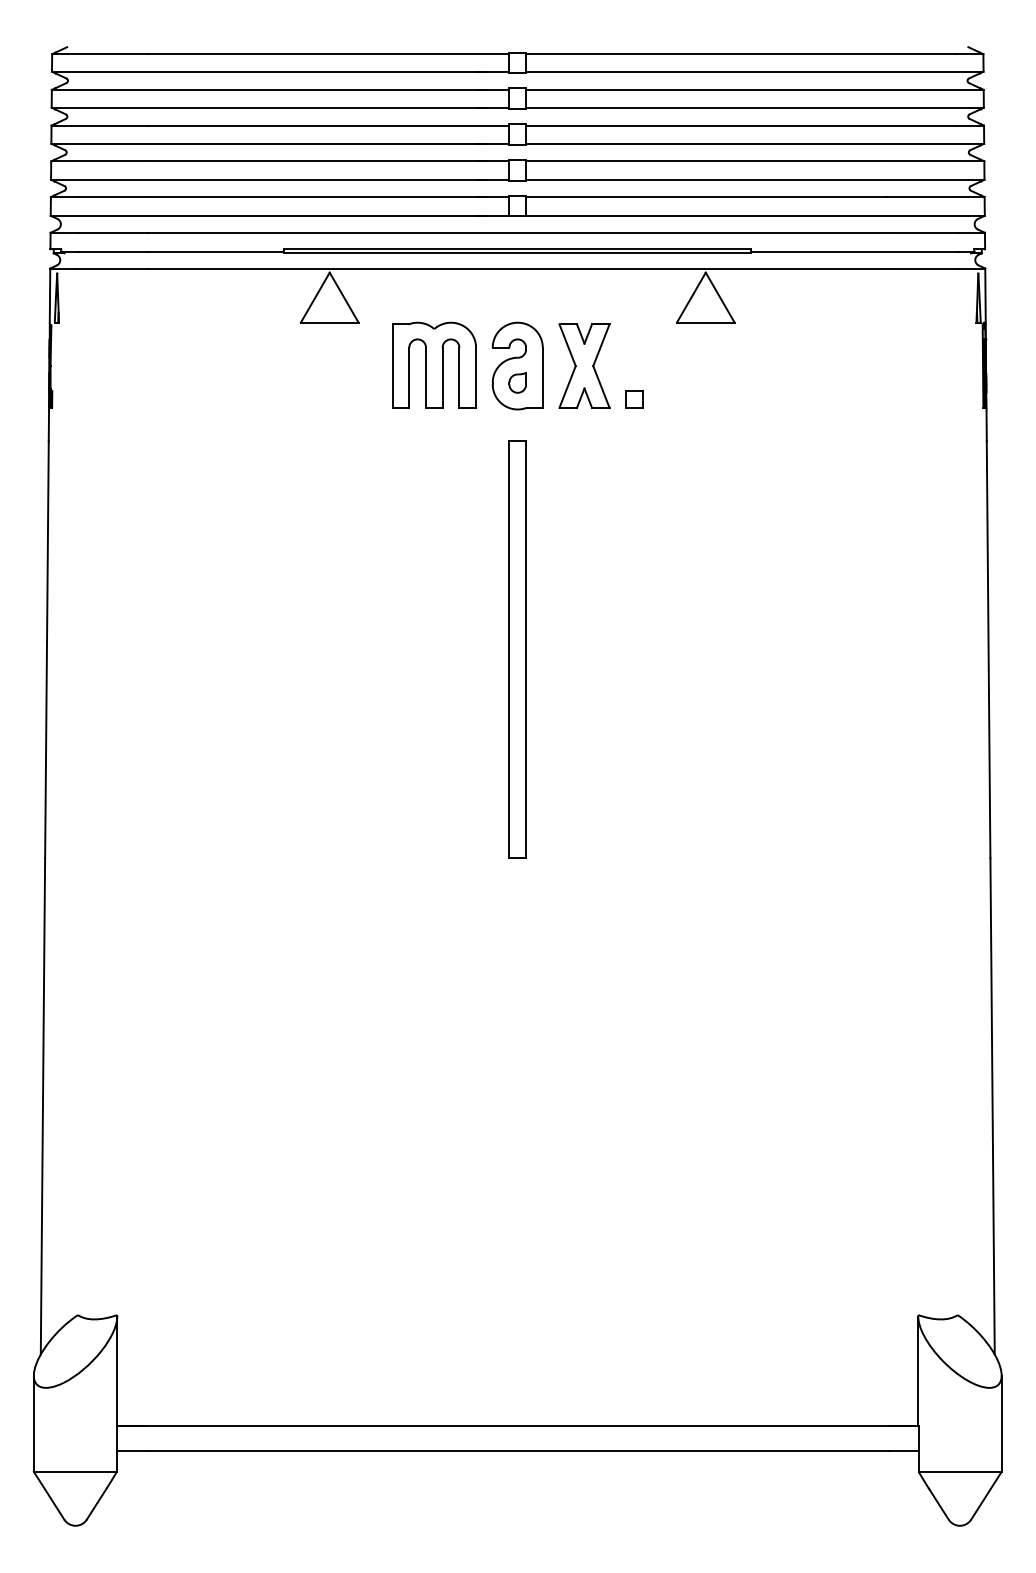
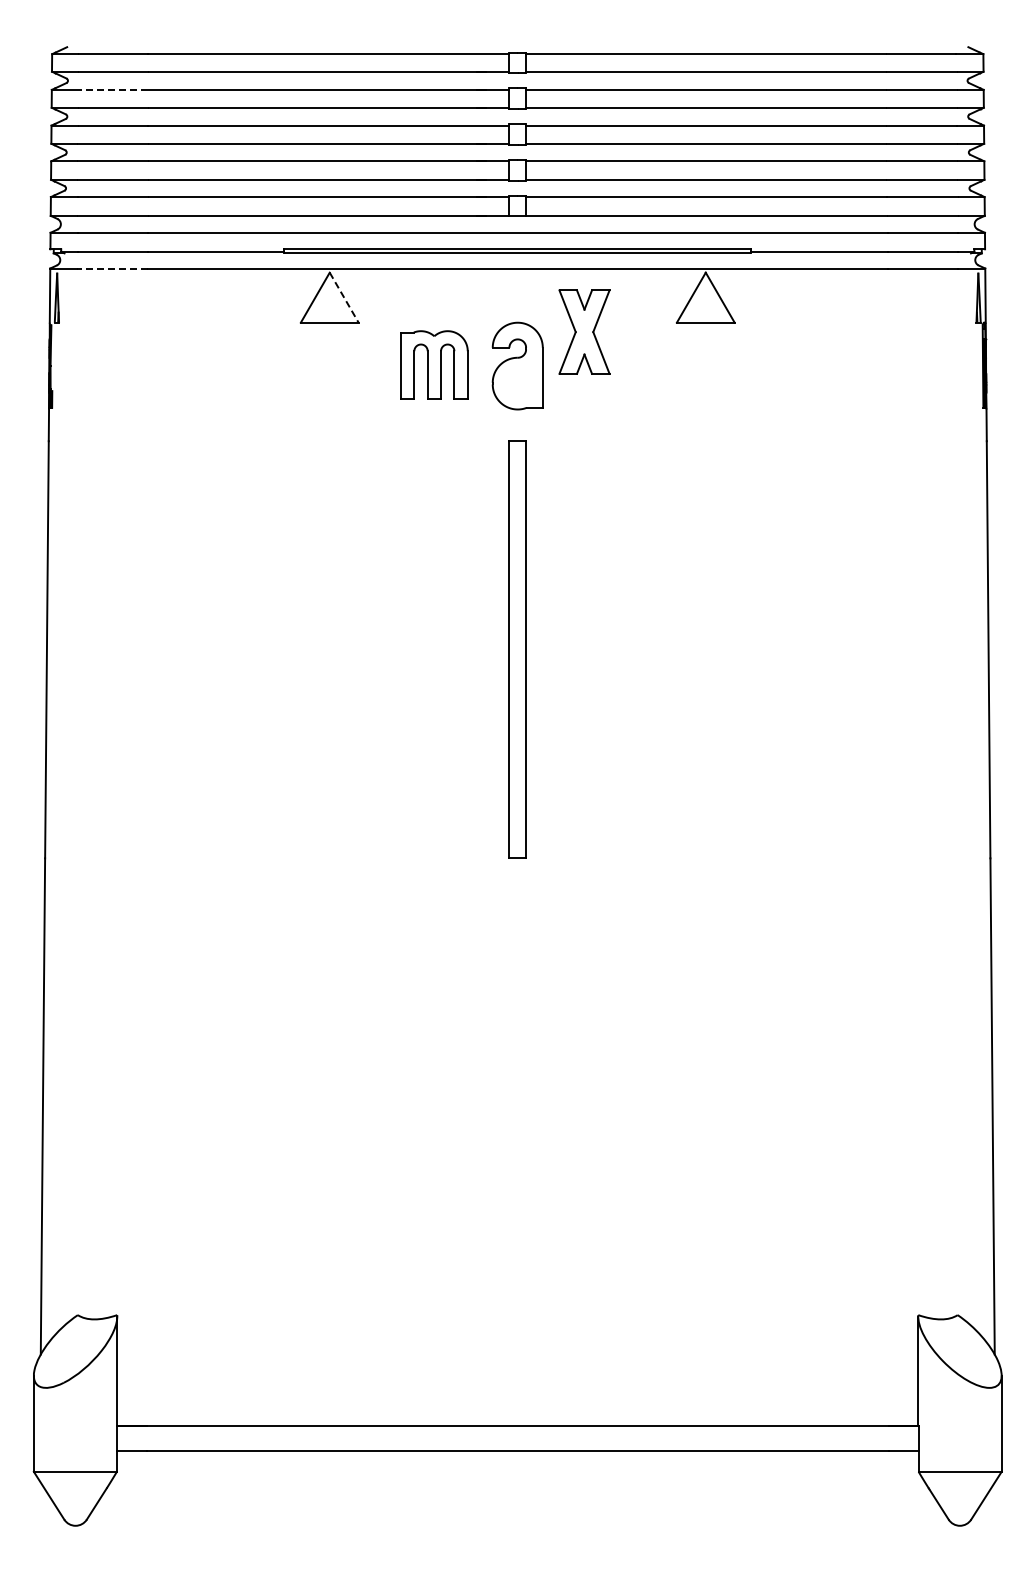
line at (113, 89): solid -> dashed
line at (112, 268): solid -> dashed
line at (344, 297): solid -> dashed
part at (434, 364) size: 85x88 px -> 69x70 px
part at (584, 365) position: (584, 365) -> (584, 331)
part at (517, 382): present -> none
part at (634, 399): present -> none
